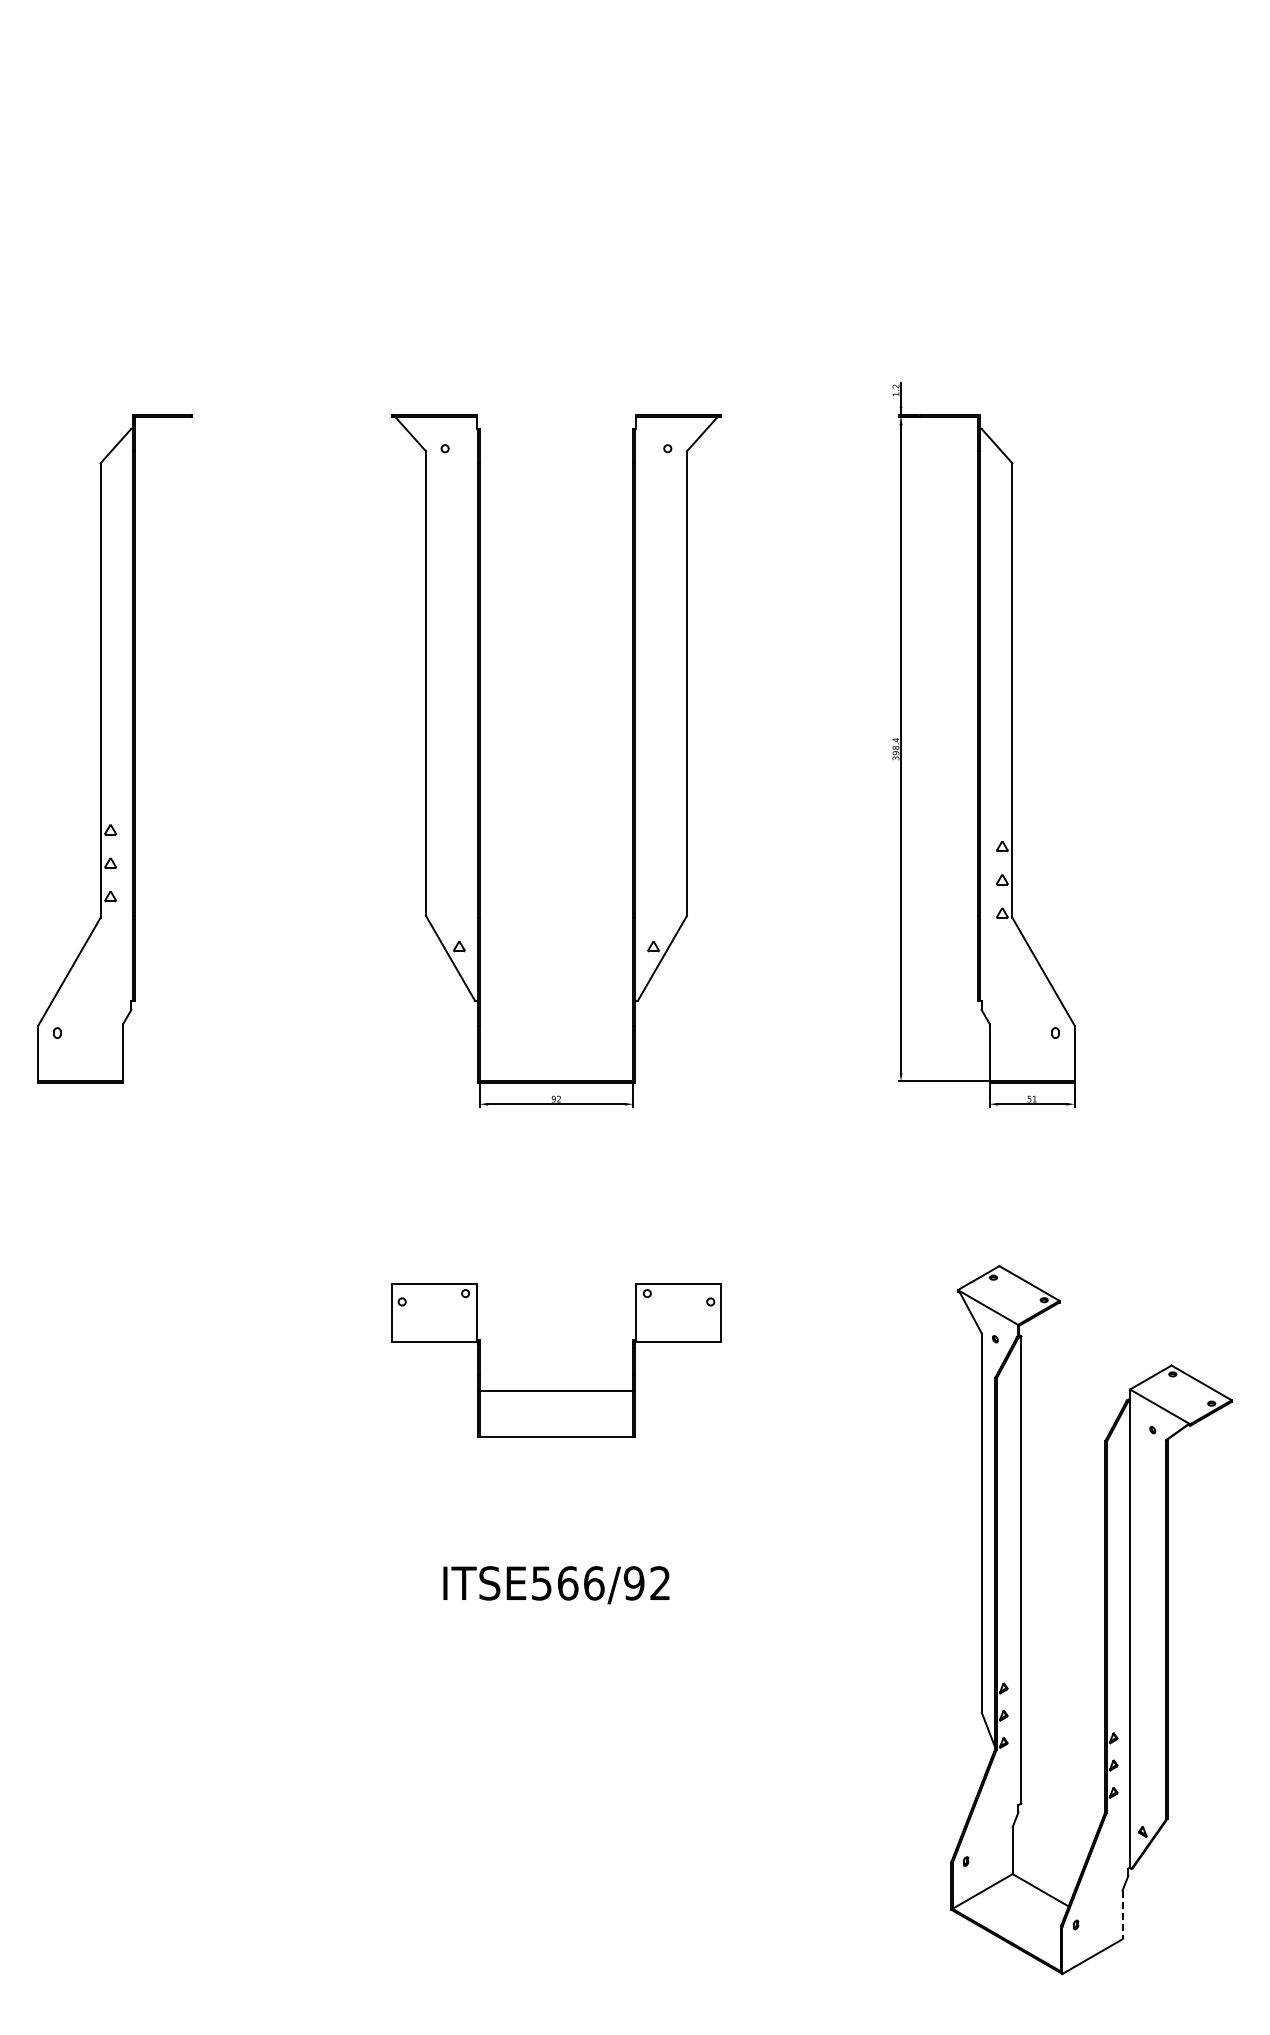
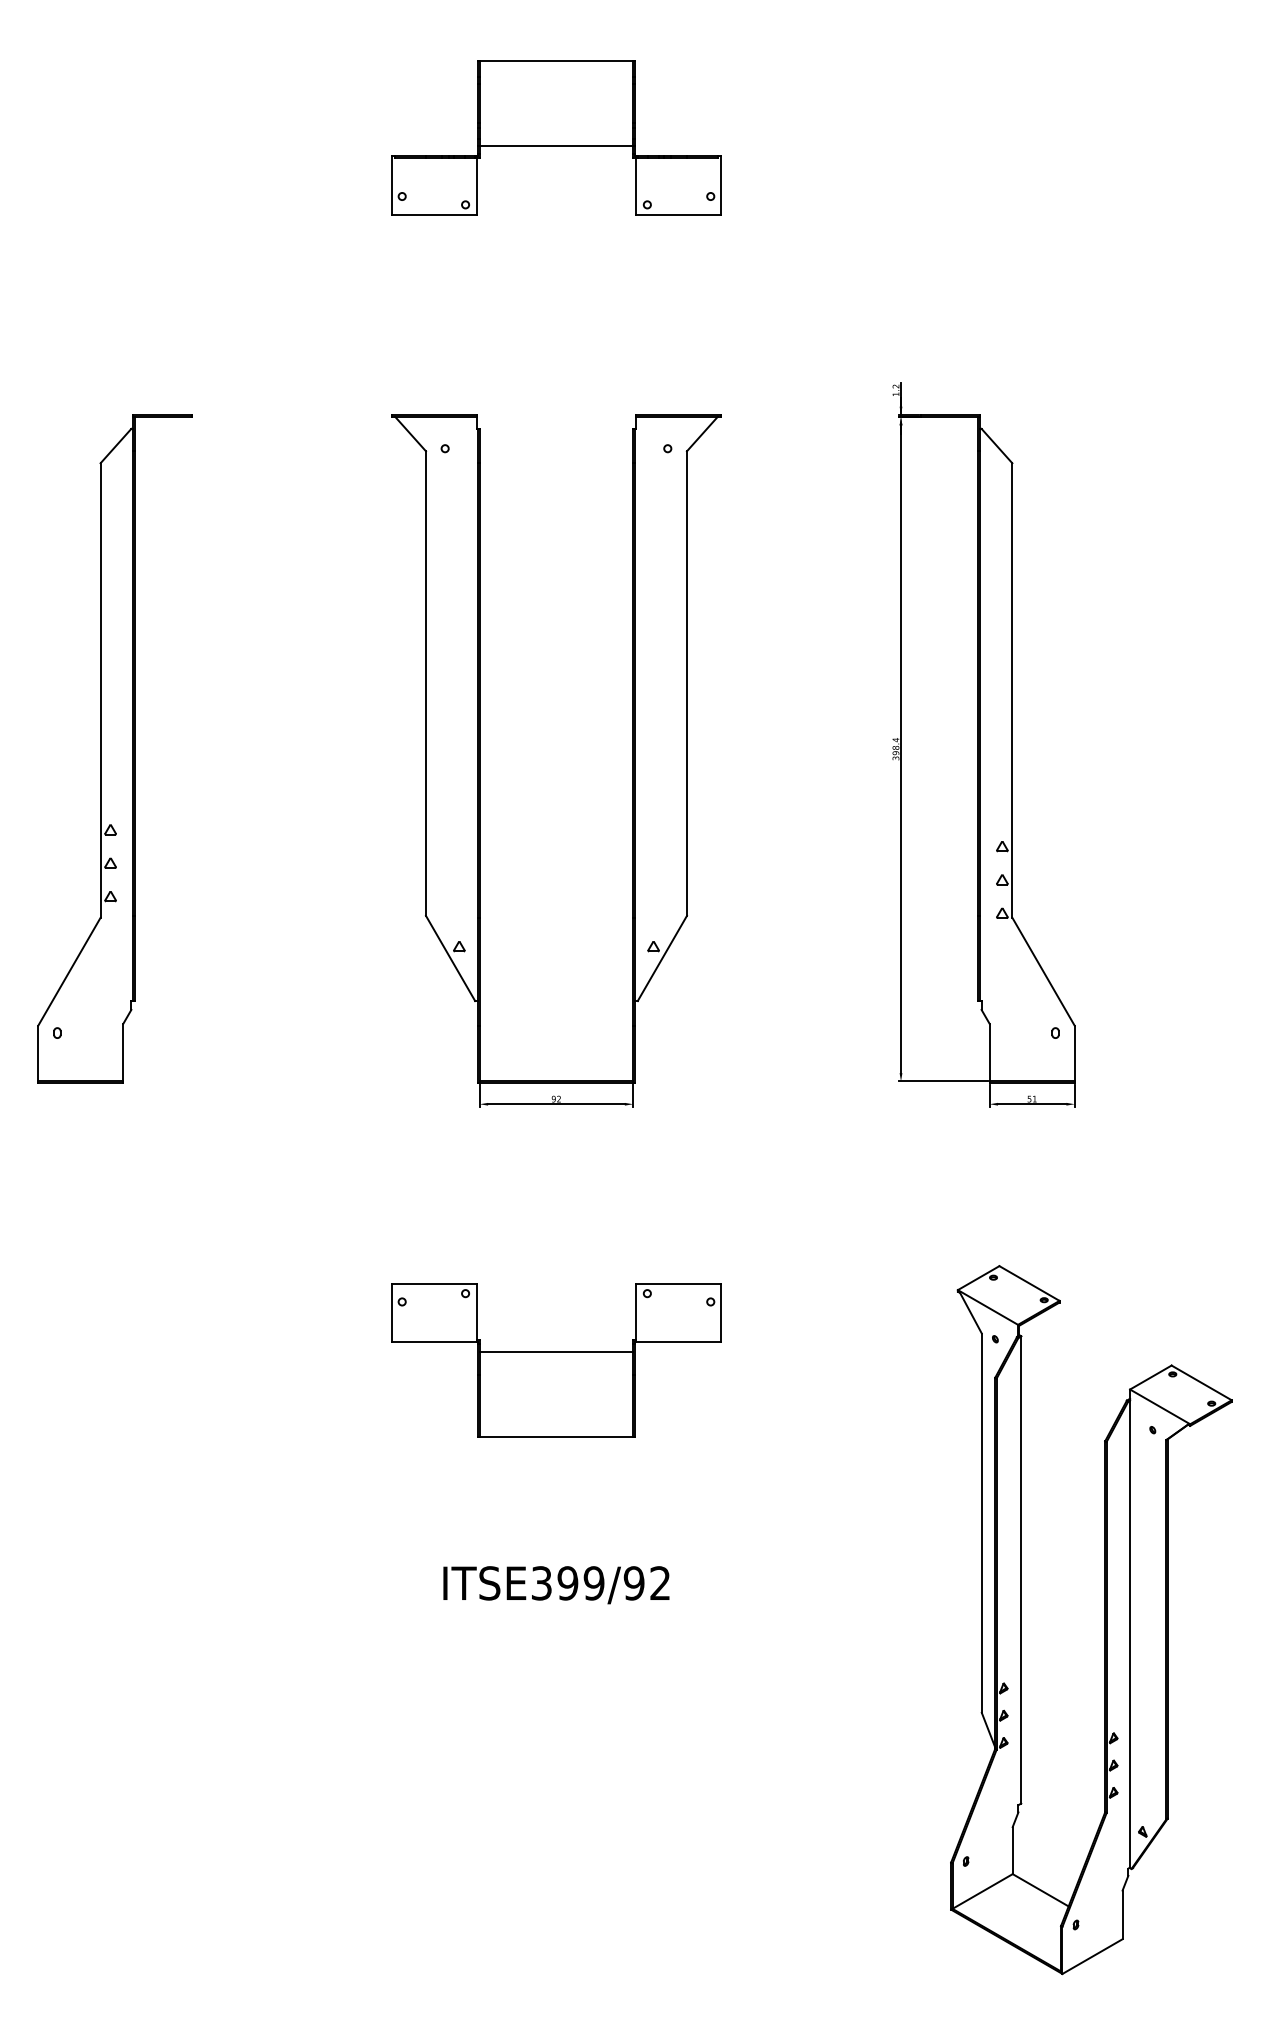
part at (556, 137): none -> present
line at (556, 1391) position: (556, 1391) -> (556, 1352)
text at (568, 1583): ITSE566/92 -> ITSE399/92
line at (1122, 1915): dashed -> solid
